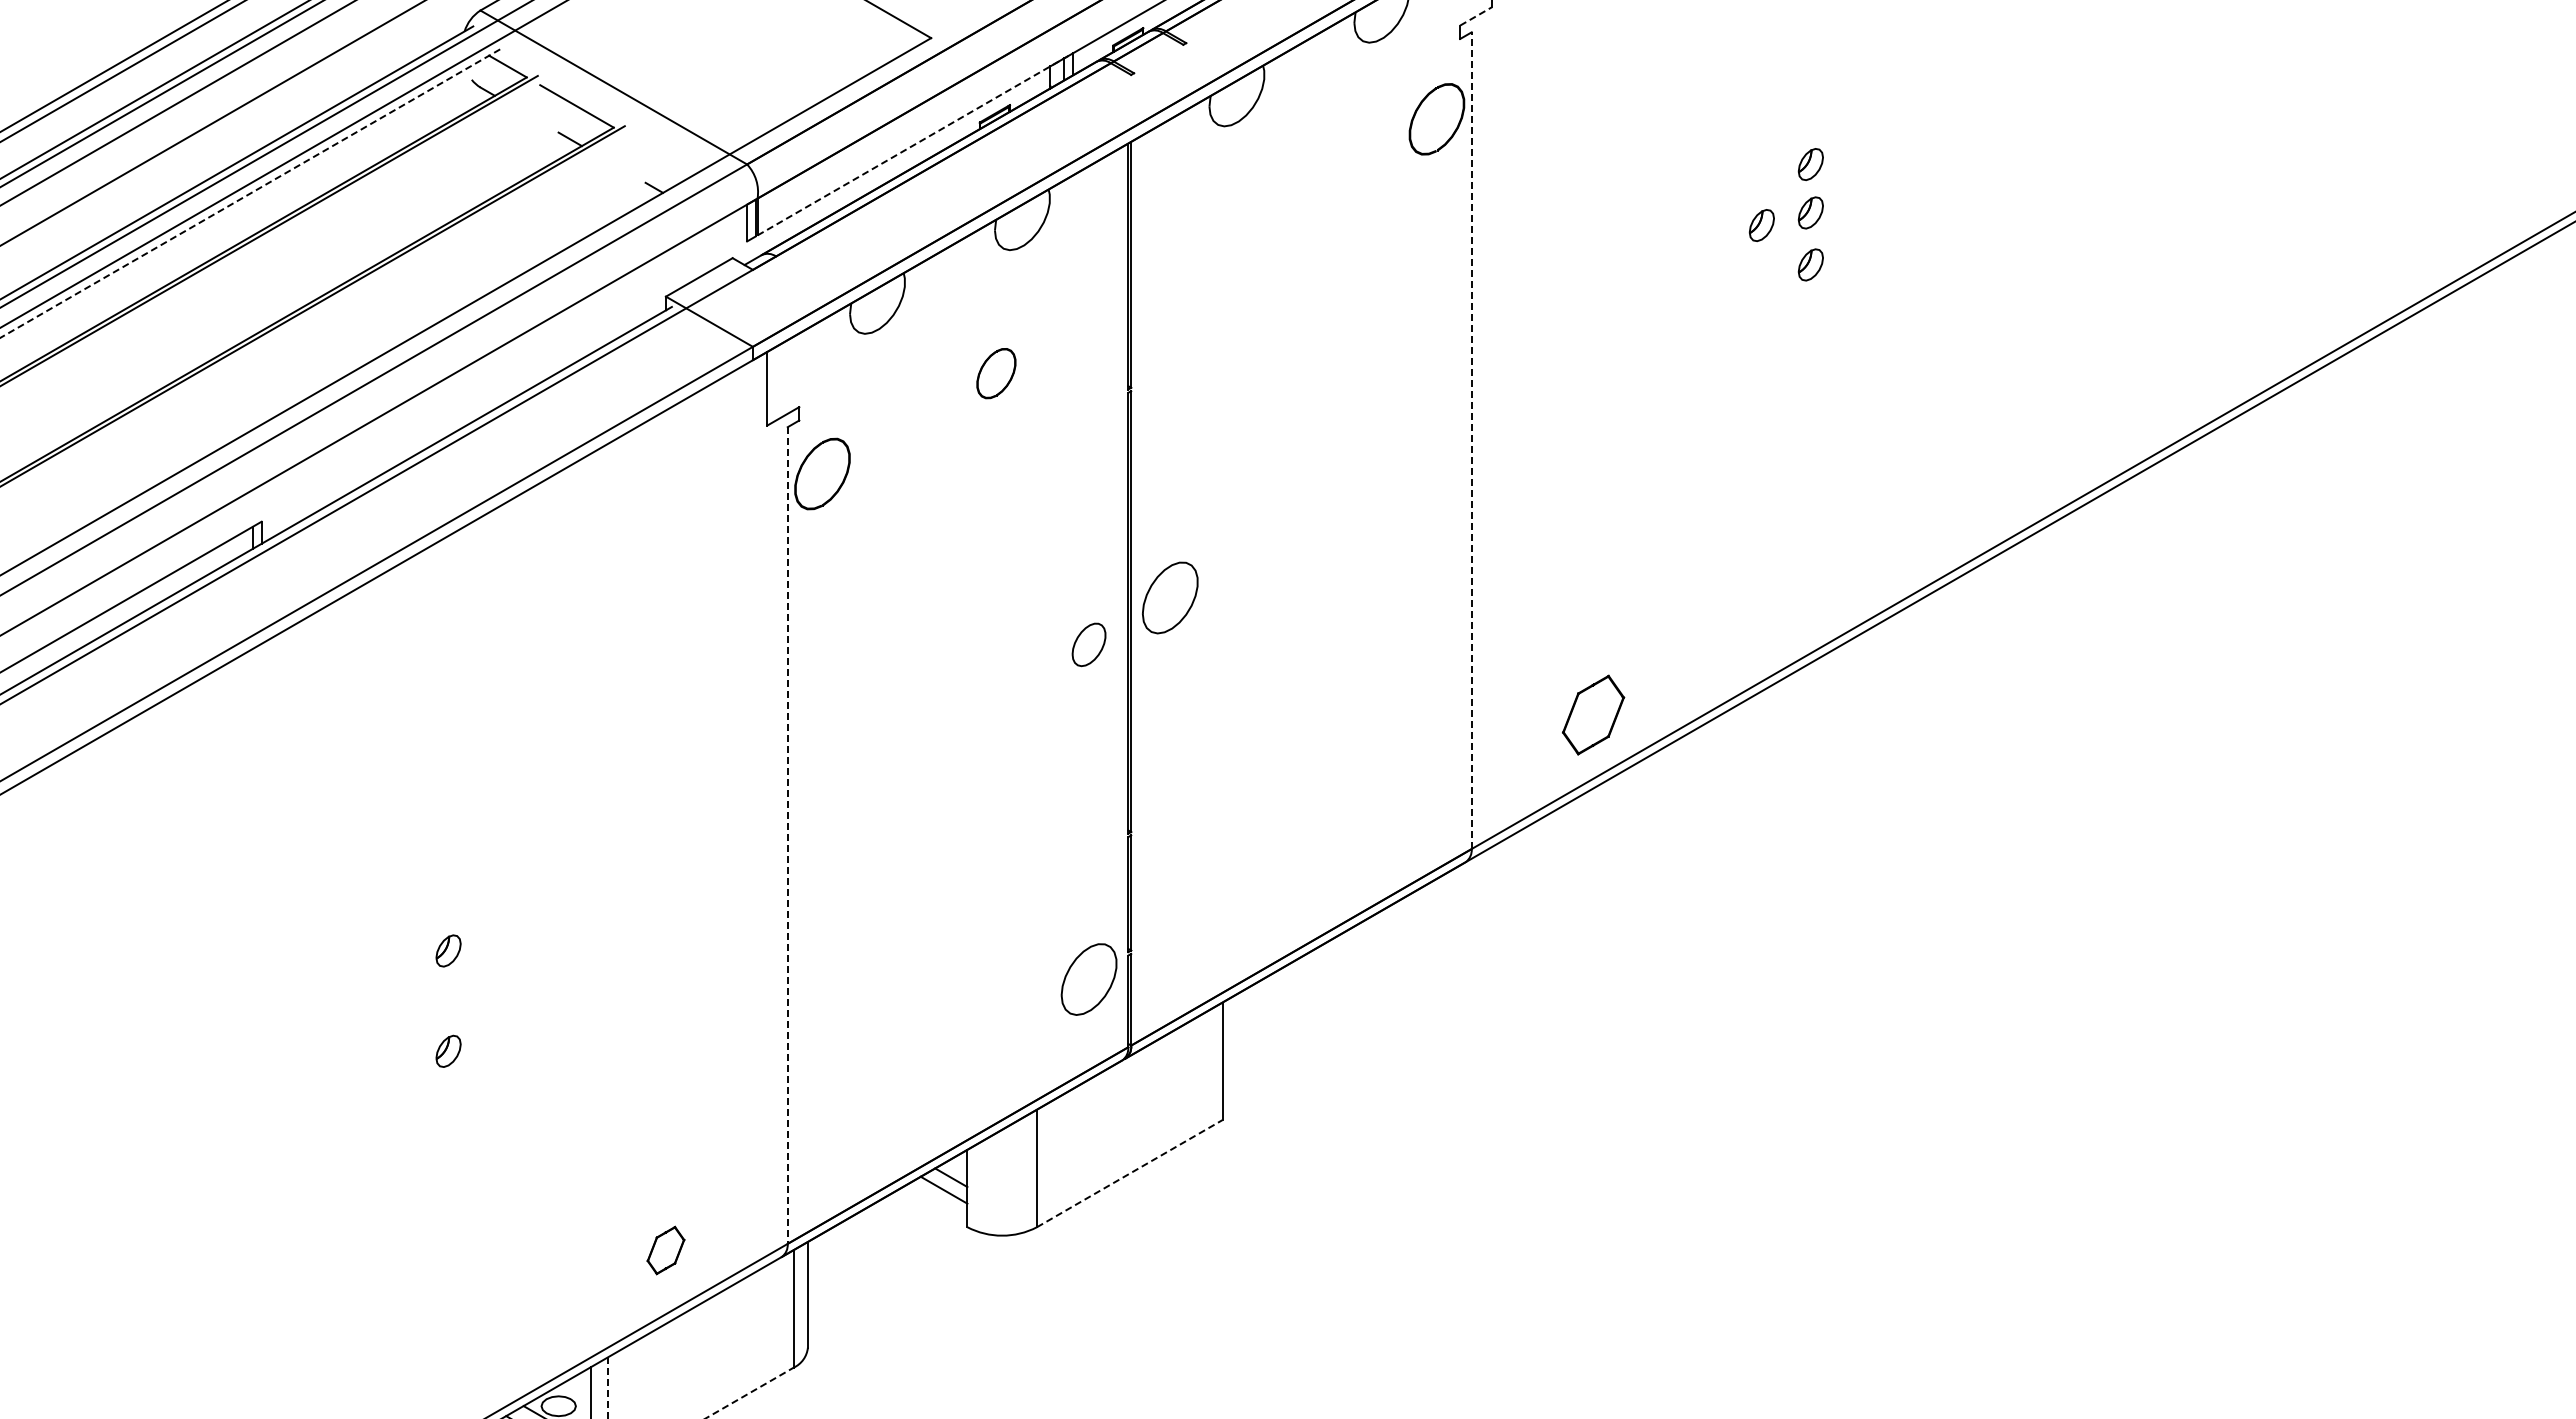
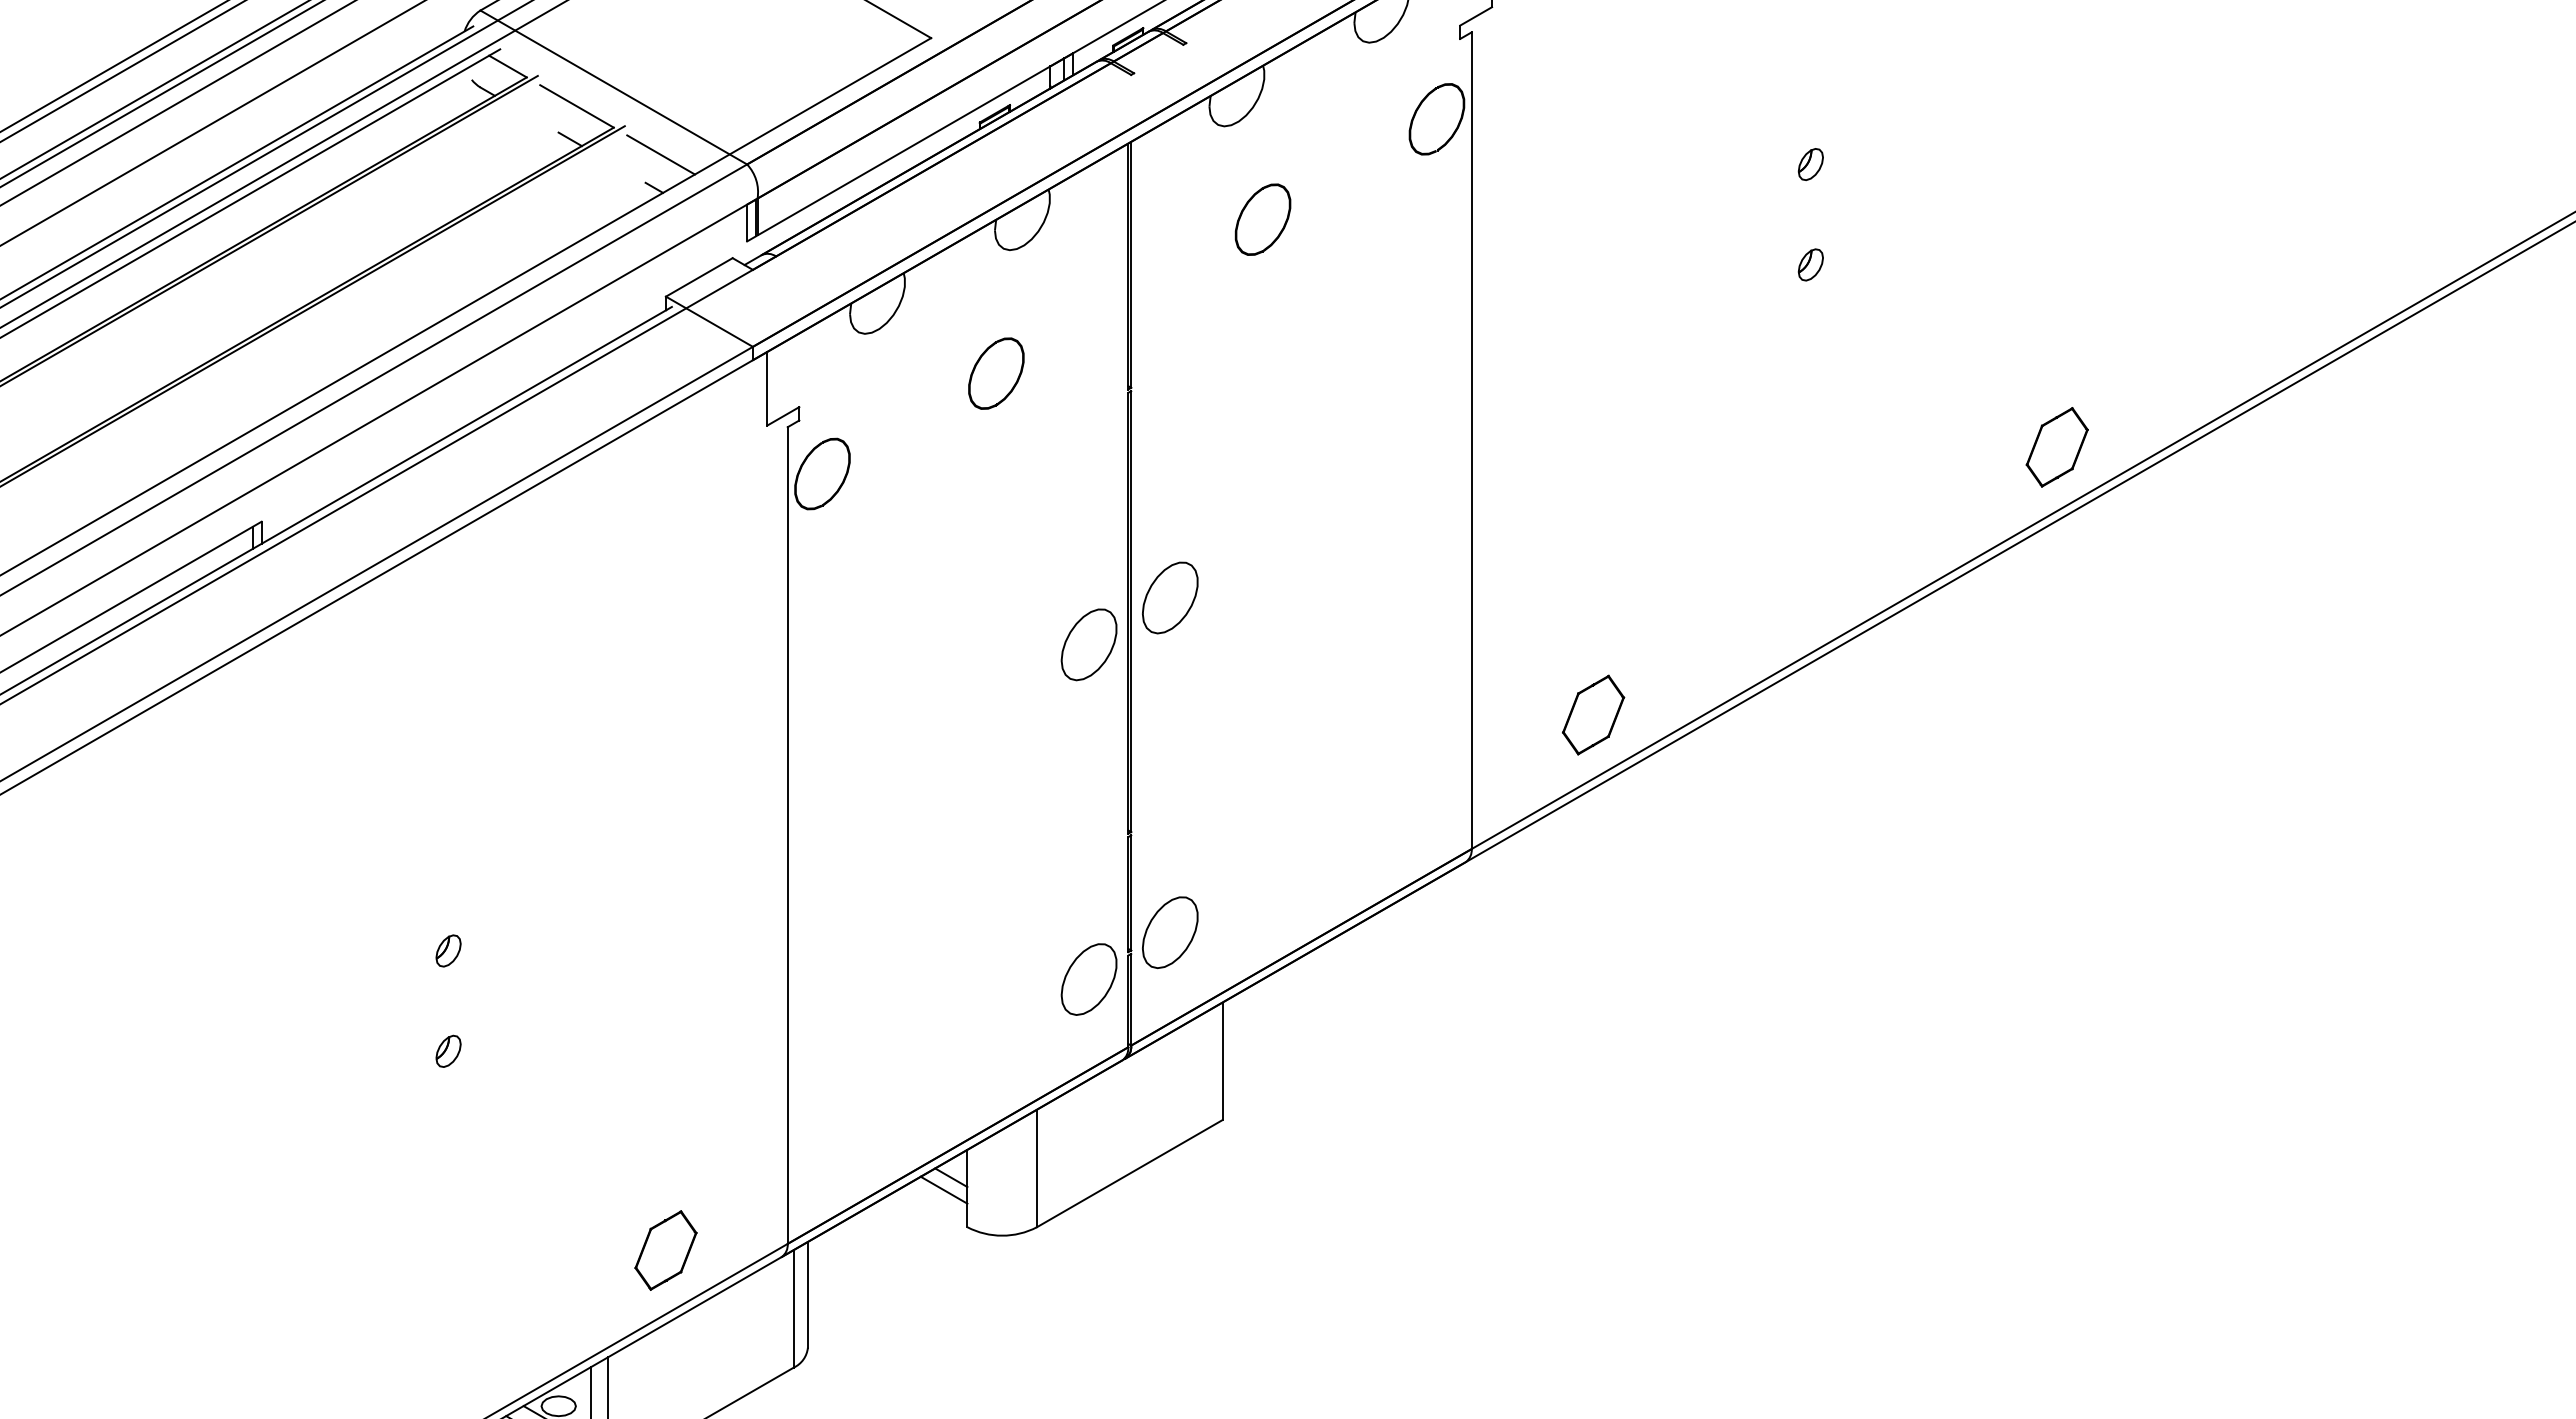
line at (1476, 16): dashed -> solid
line at (915, 144): dashed -> solid
line at (660, 154): none -> present
line at (250, 193): dashed -> solid
part at (1810, 212): present -> none
part at (1262, 219): none -> present
part at (1761, 225): present -> none
part at (996, 373) size: 41x52 px -> 57x73 px
line at (1471, 440): dashed -> solid
part at (2056, 447): none -> present
part at (1088, 644) size: 36x46 px -> 58x74 px
line at (787, 836): dashed -> solid
part at (1170, 932): none -> present
line at (1130, 1173): dashed -> solid
part at (665, 1250) size: 40x51 px -> 64x81 px
line at (608, 1388): dashed -> solid
line at (749, 1393): dashed -> solid
